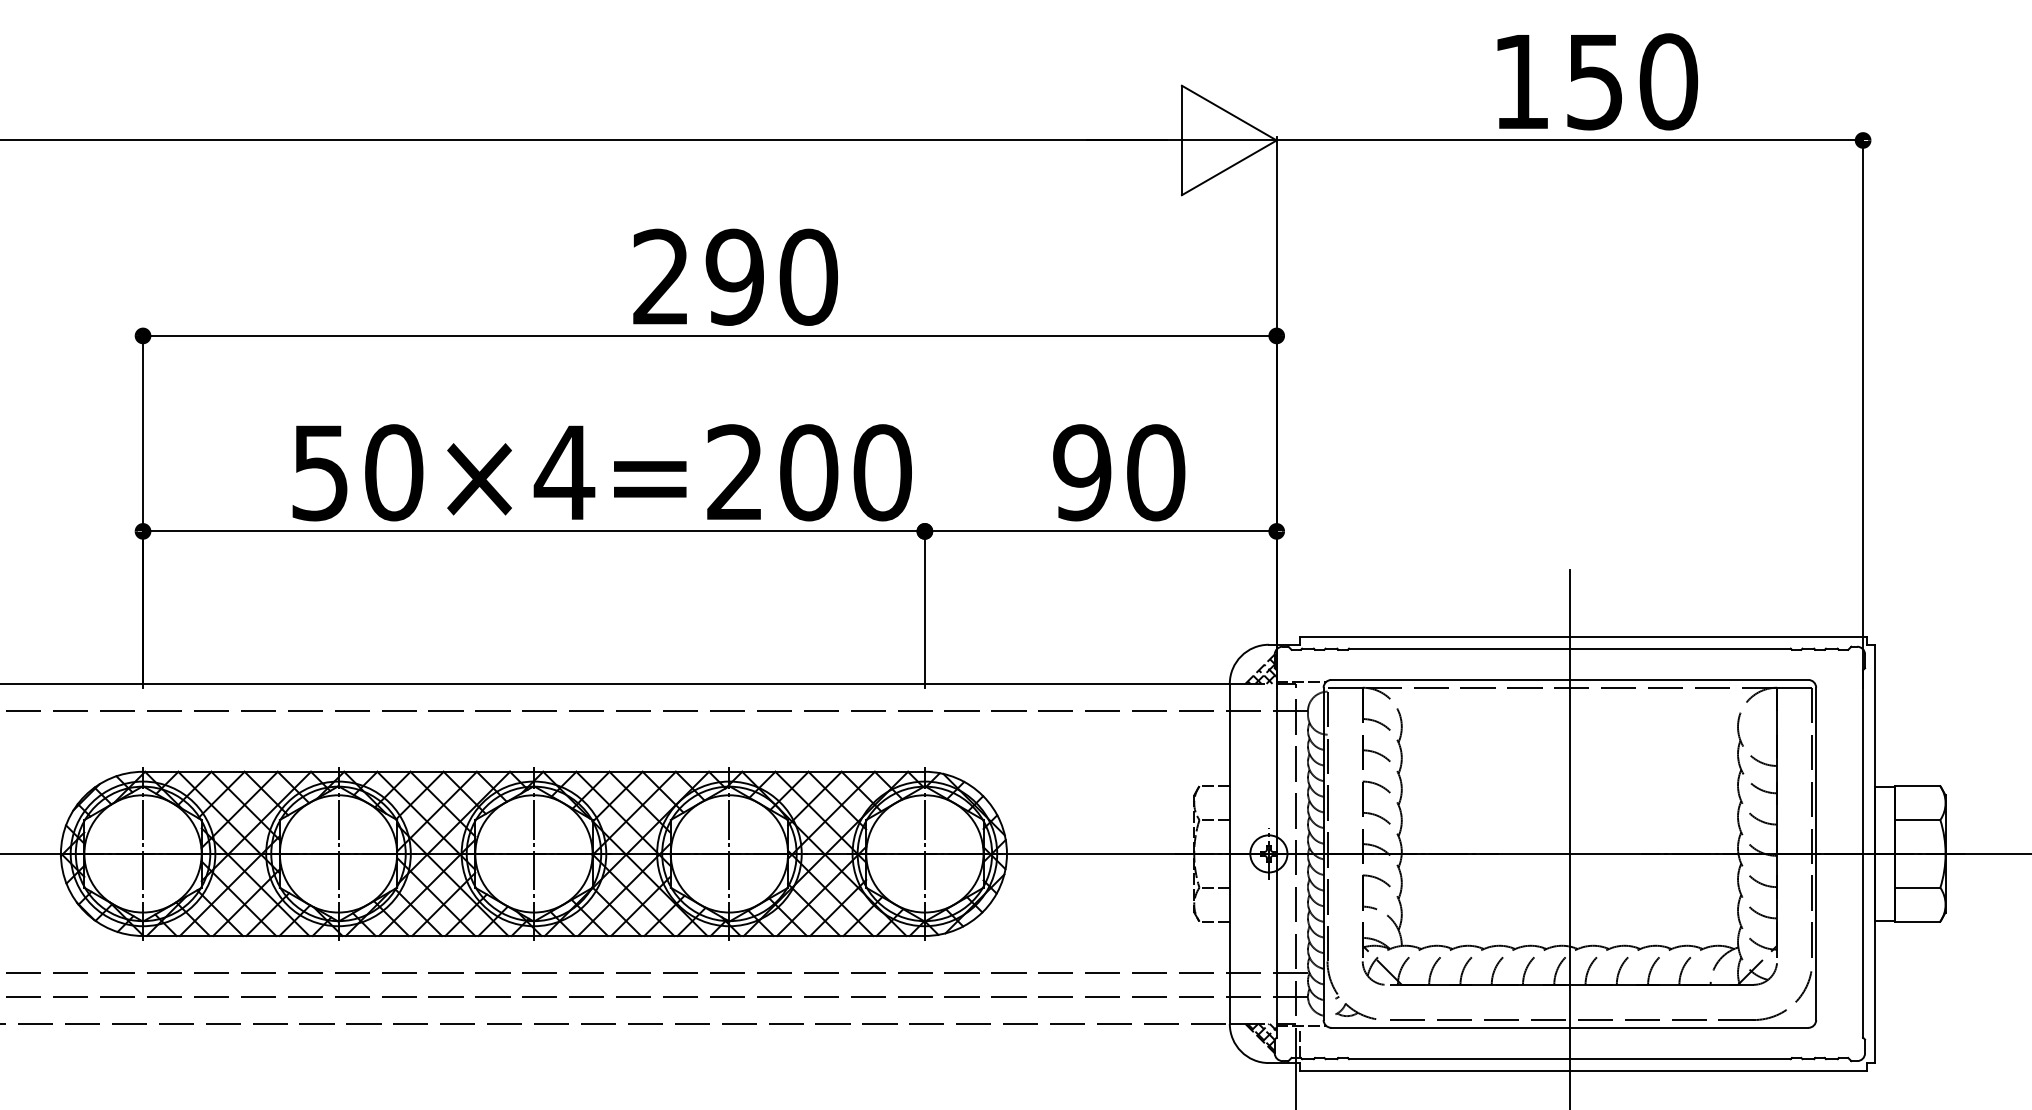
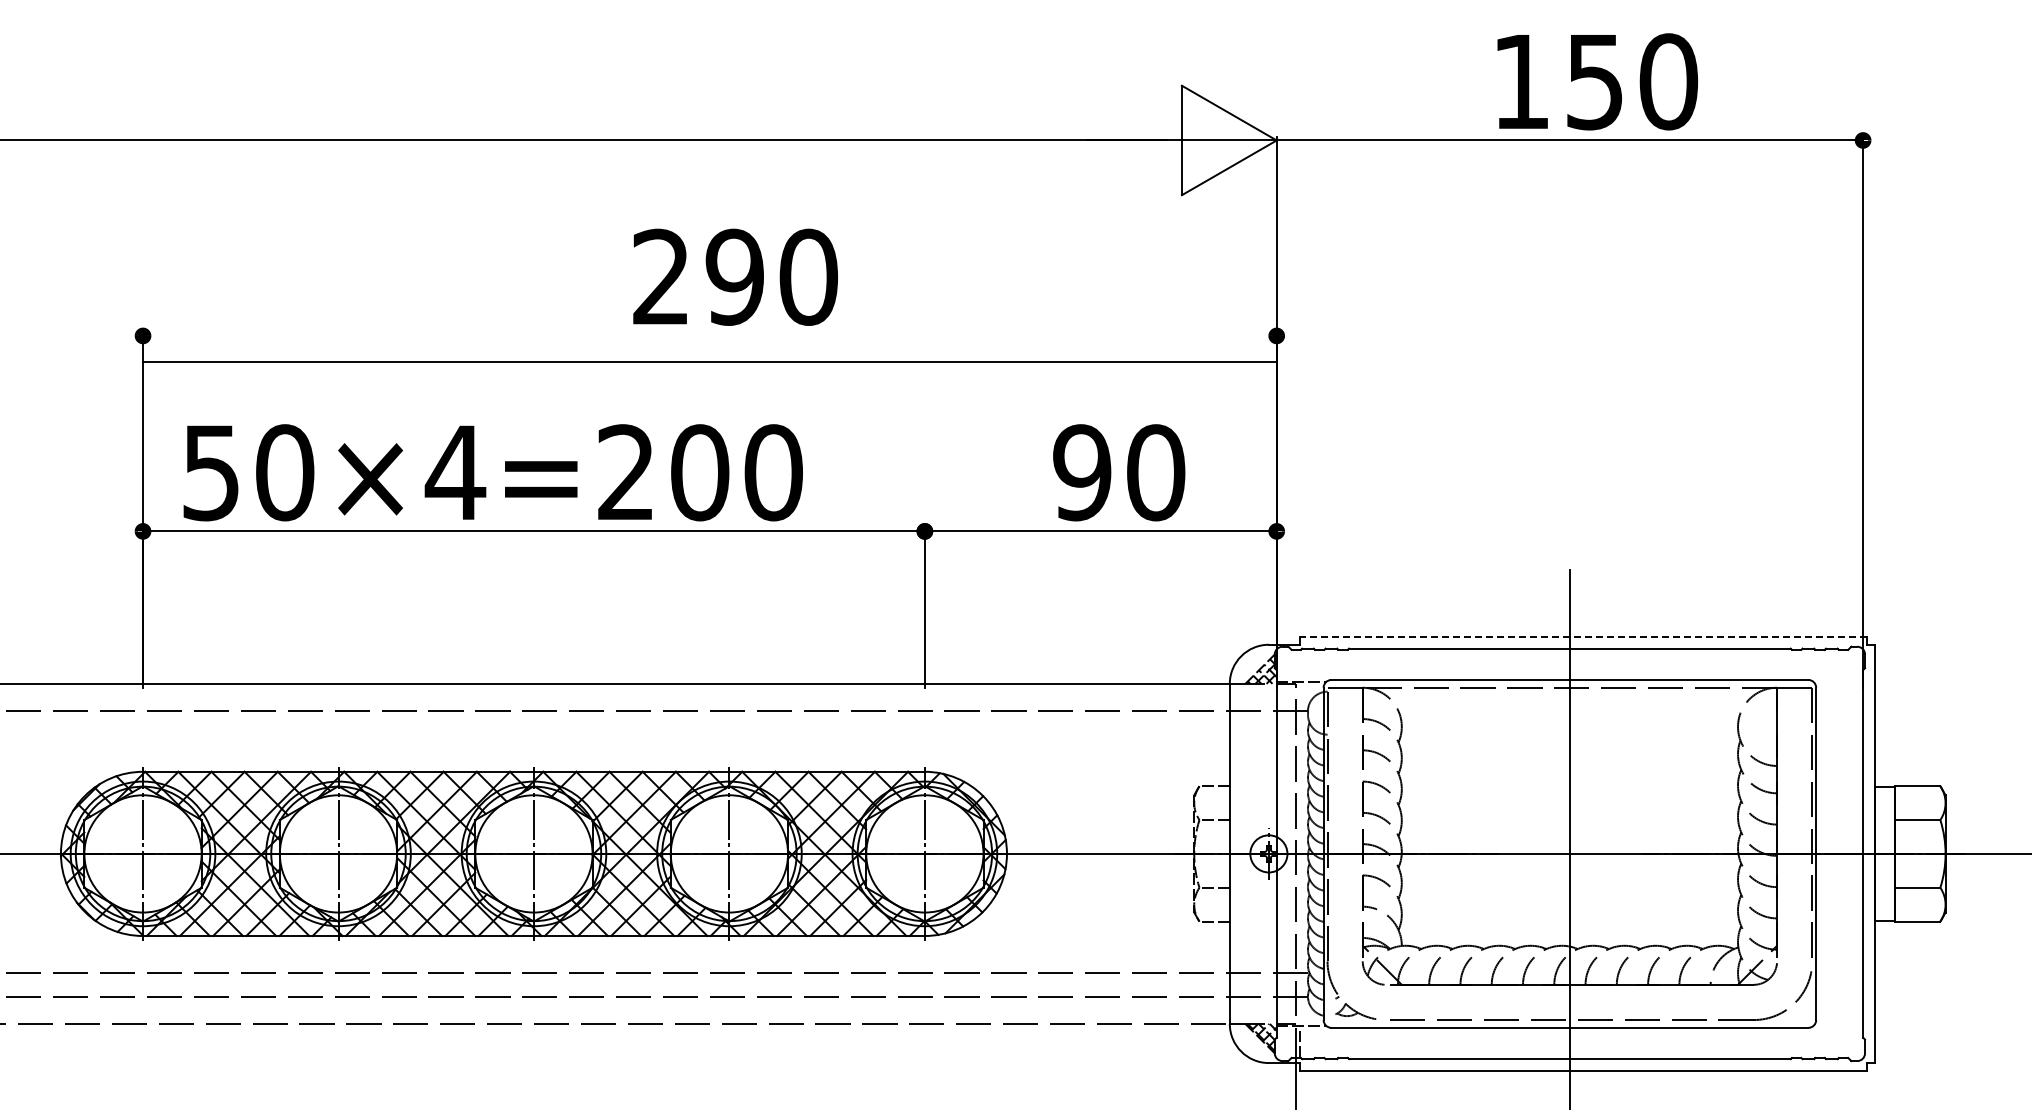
line at (709, 335) position: (709, 335) -> (709, 361)
text at (601, 472) position: (601, 472) -> (492, 472)
line at (1583, 636): solid -> dashed
